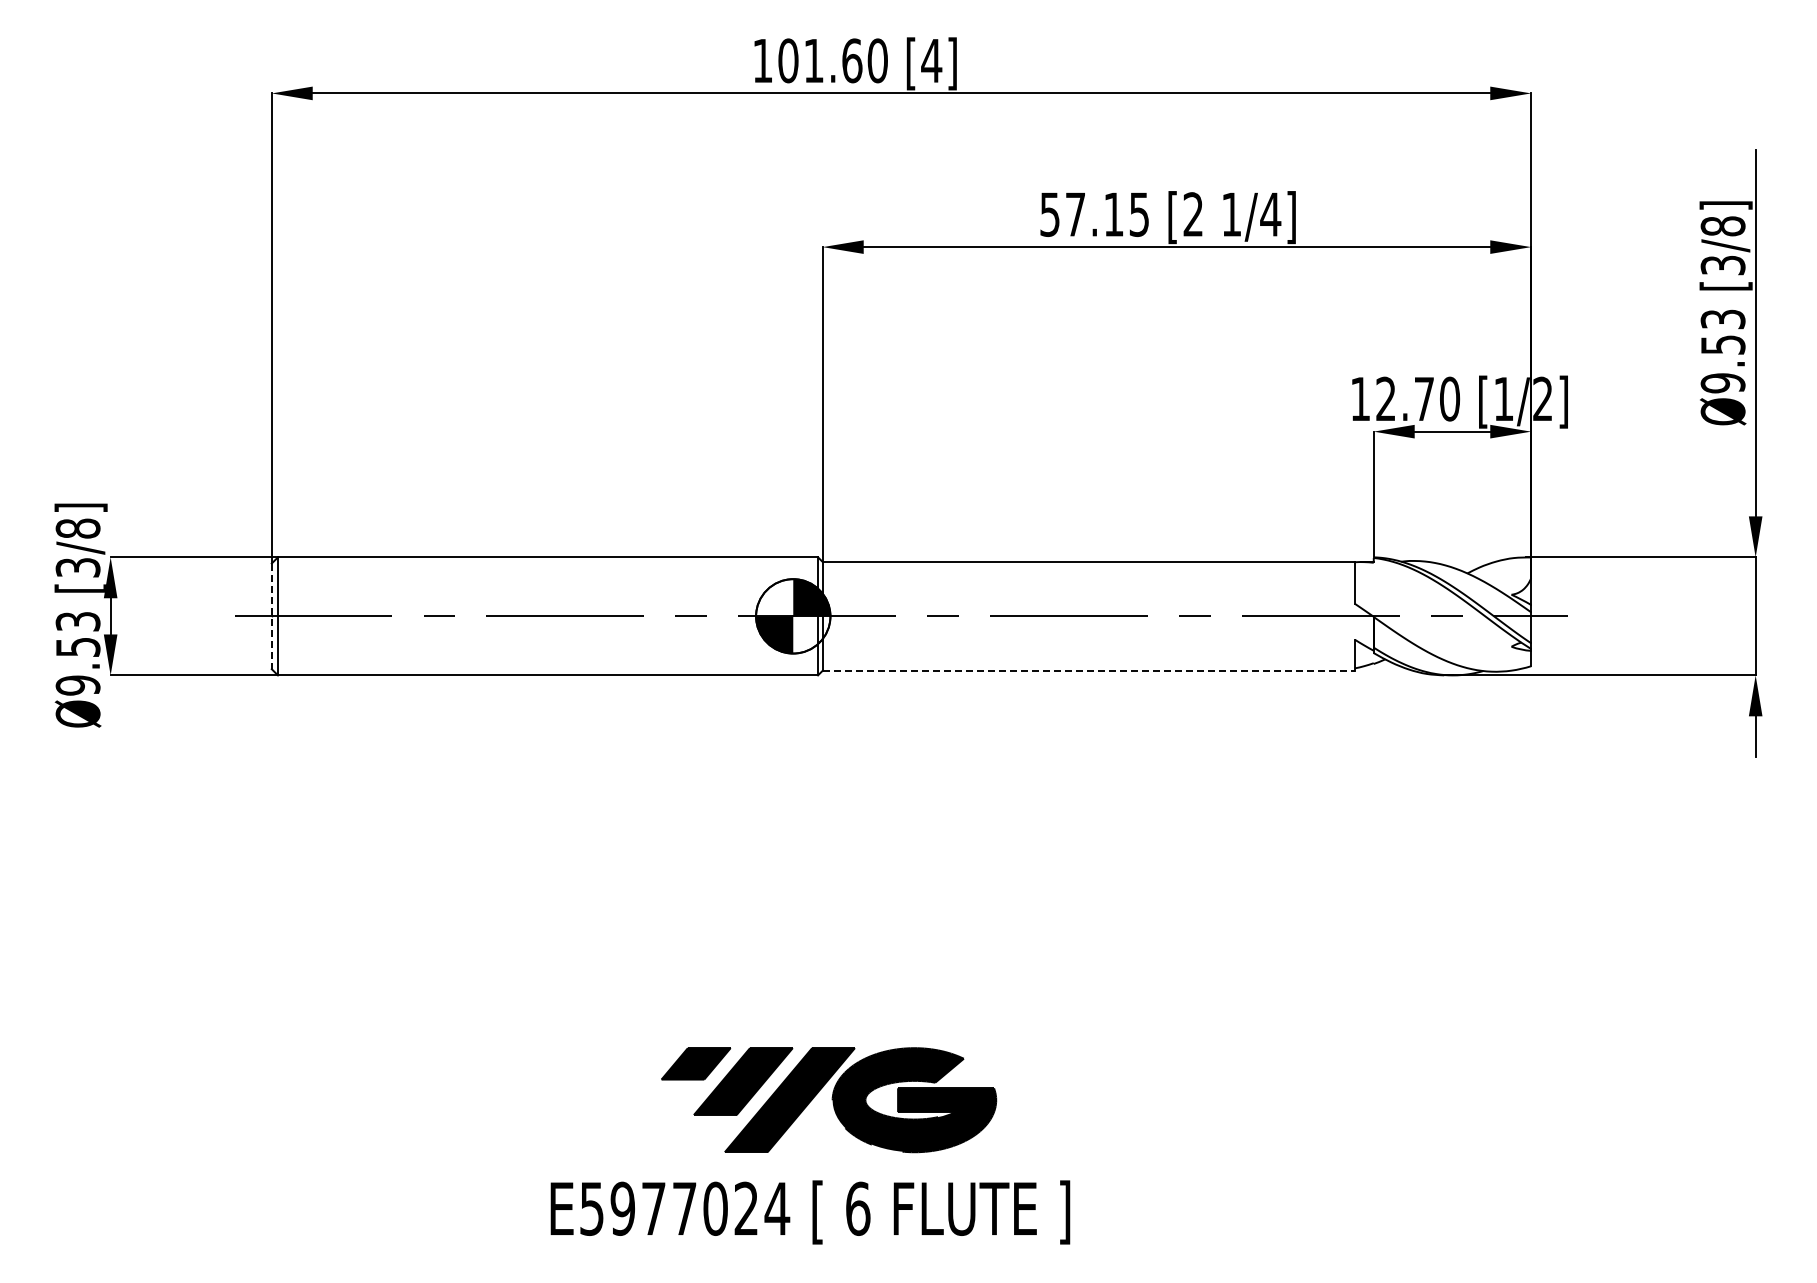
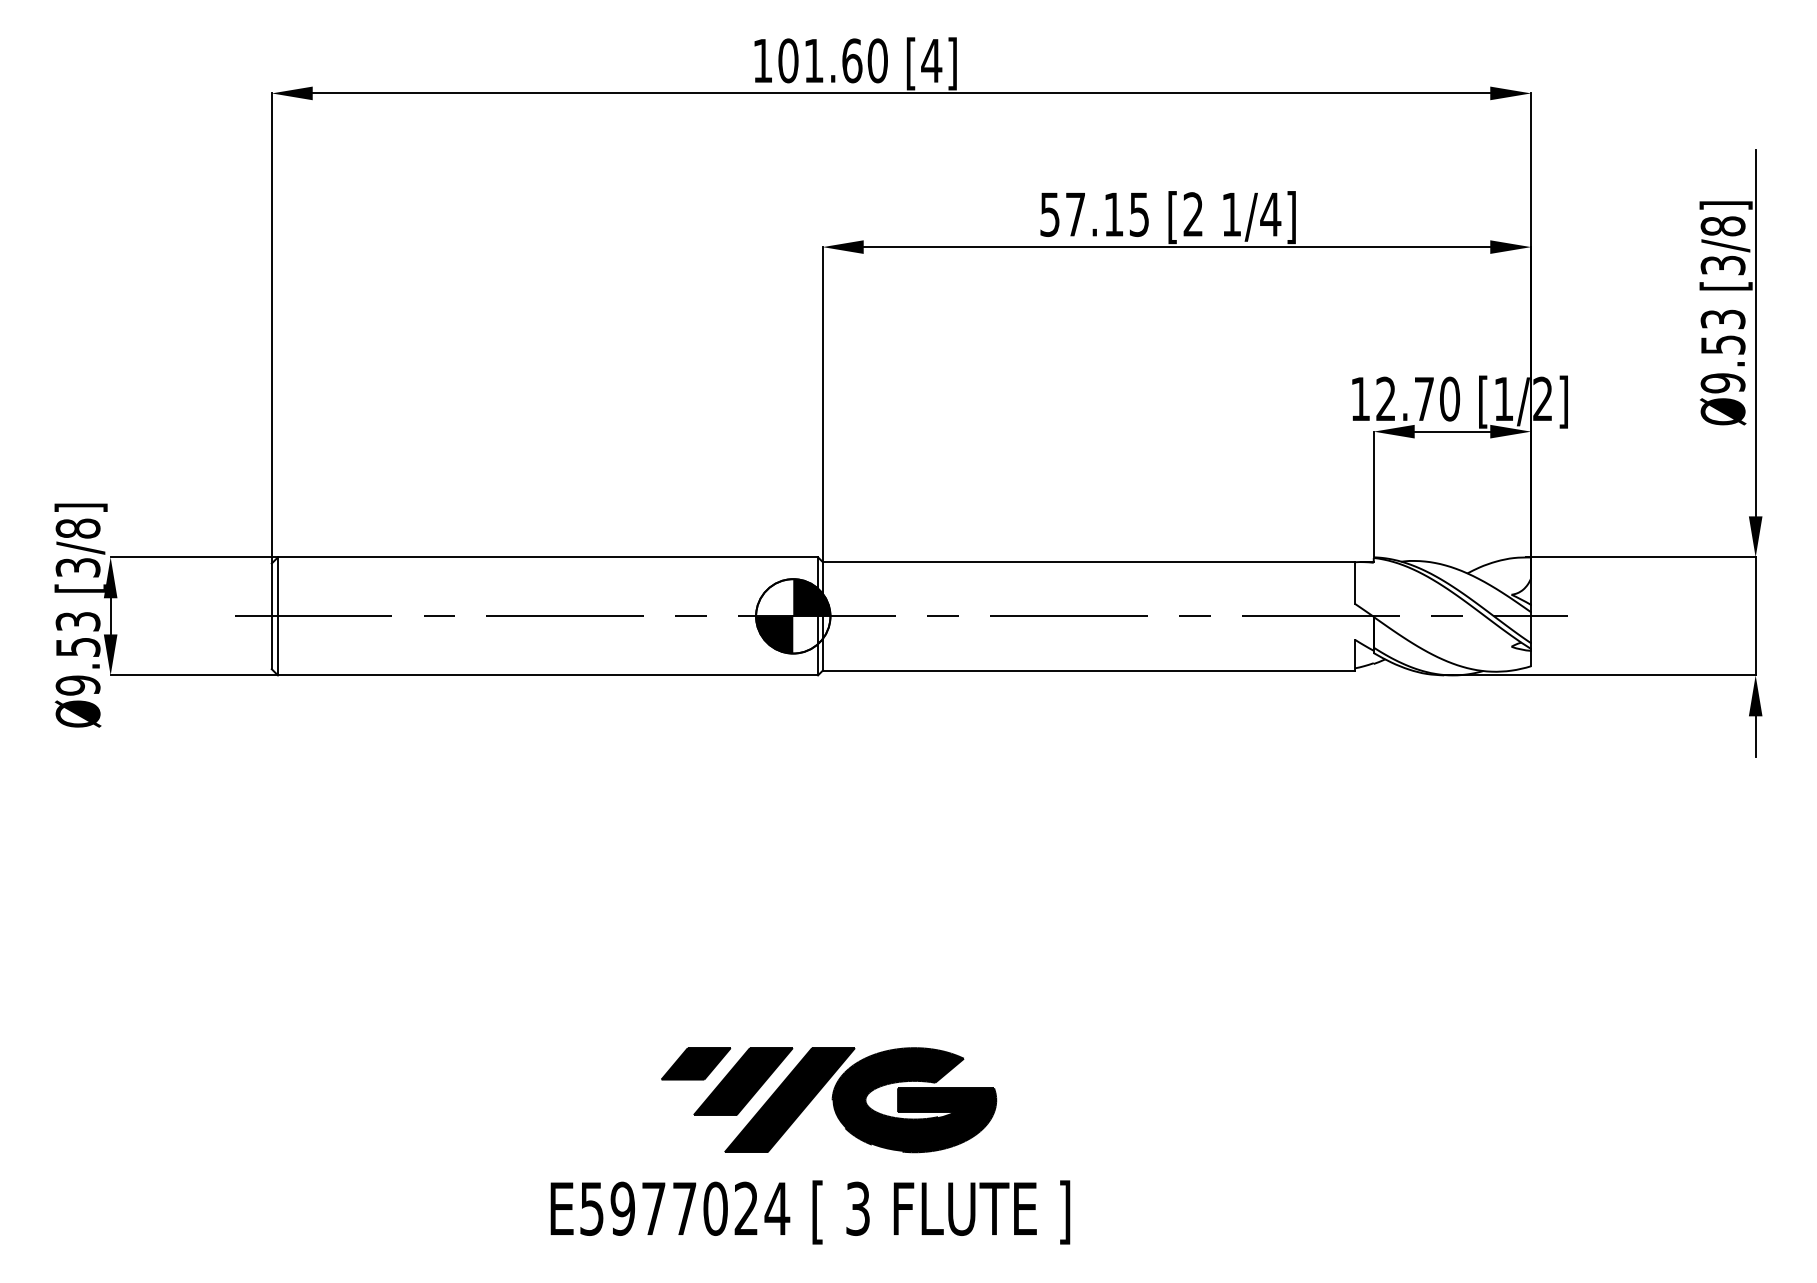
line at (271, 616): dashed -> solid
line at (1089, 670): dashed -> solid
text at (858, 1208): 6 -> 3
